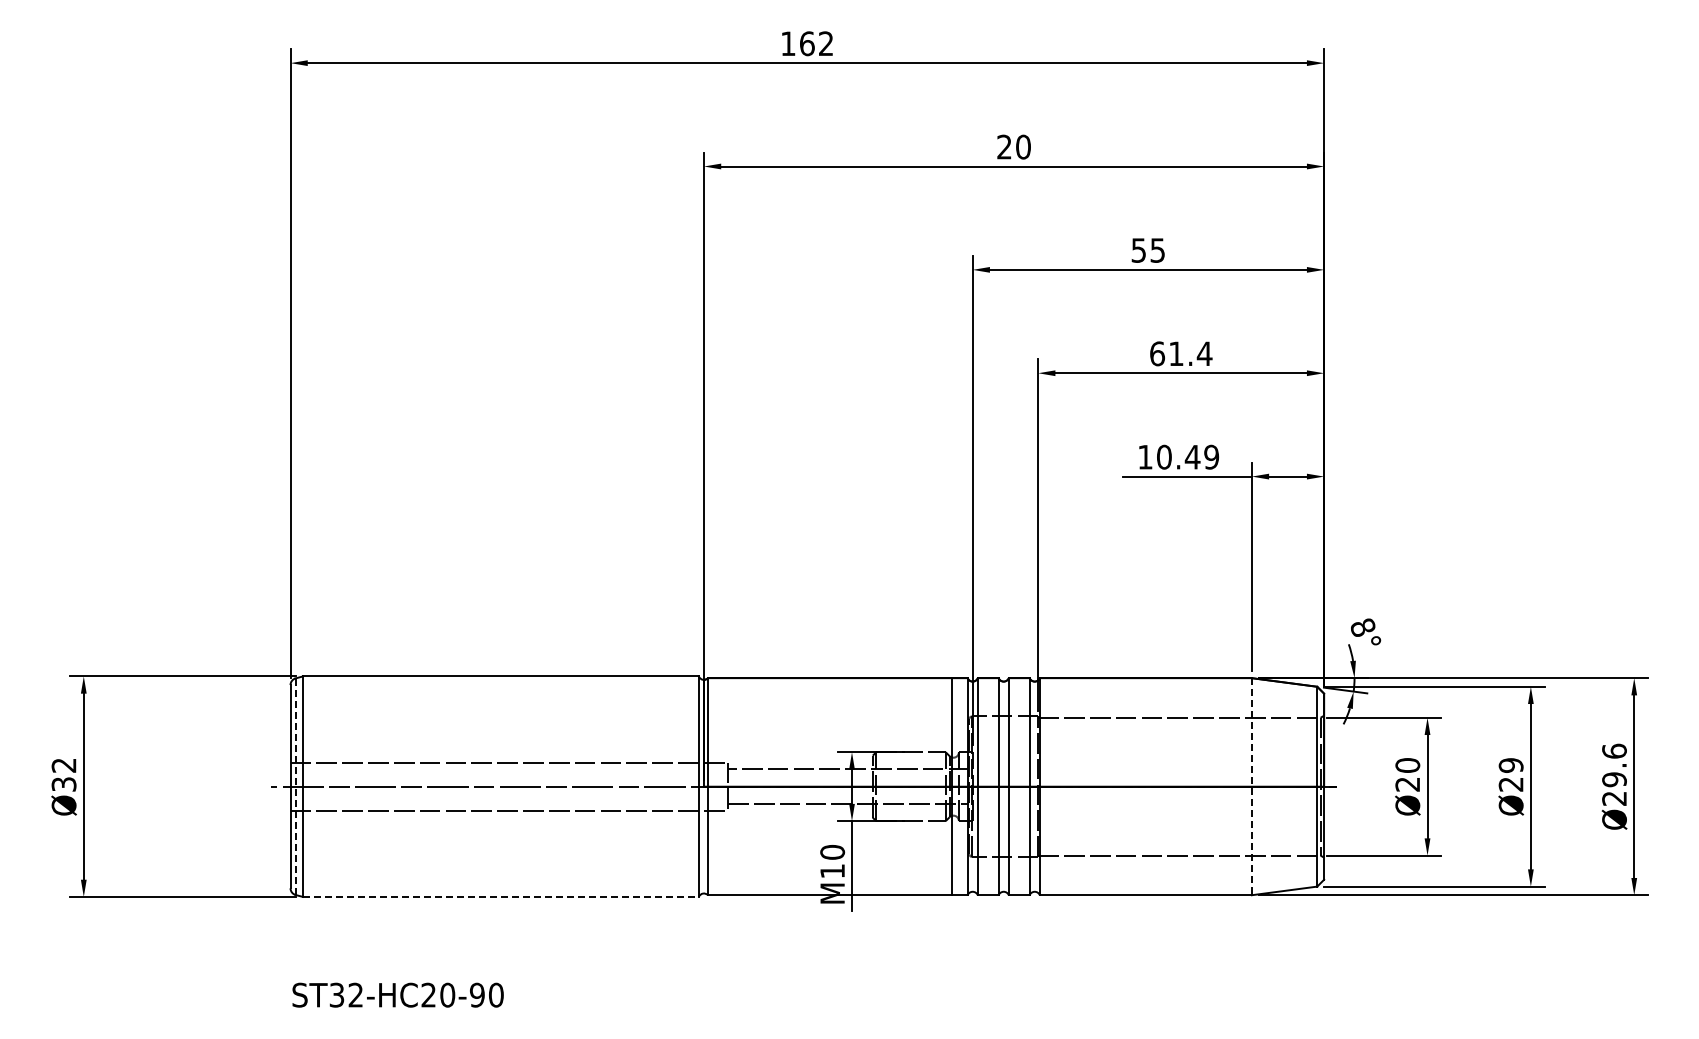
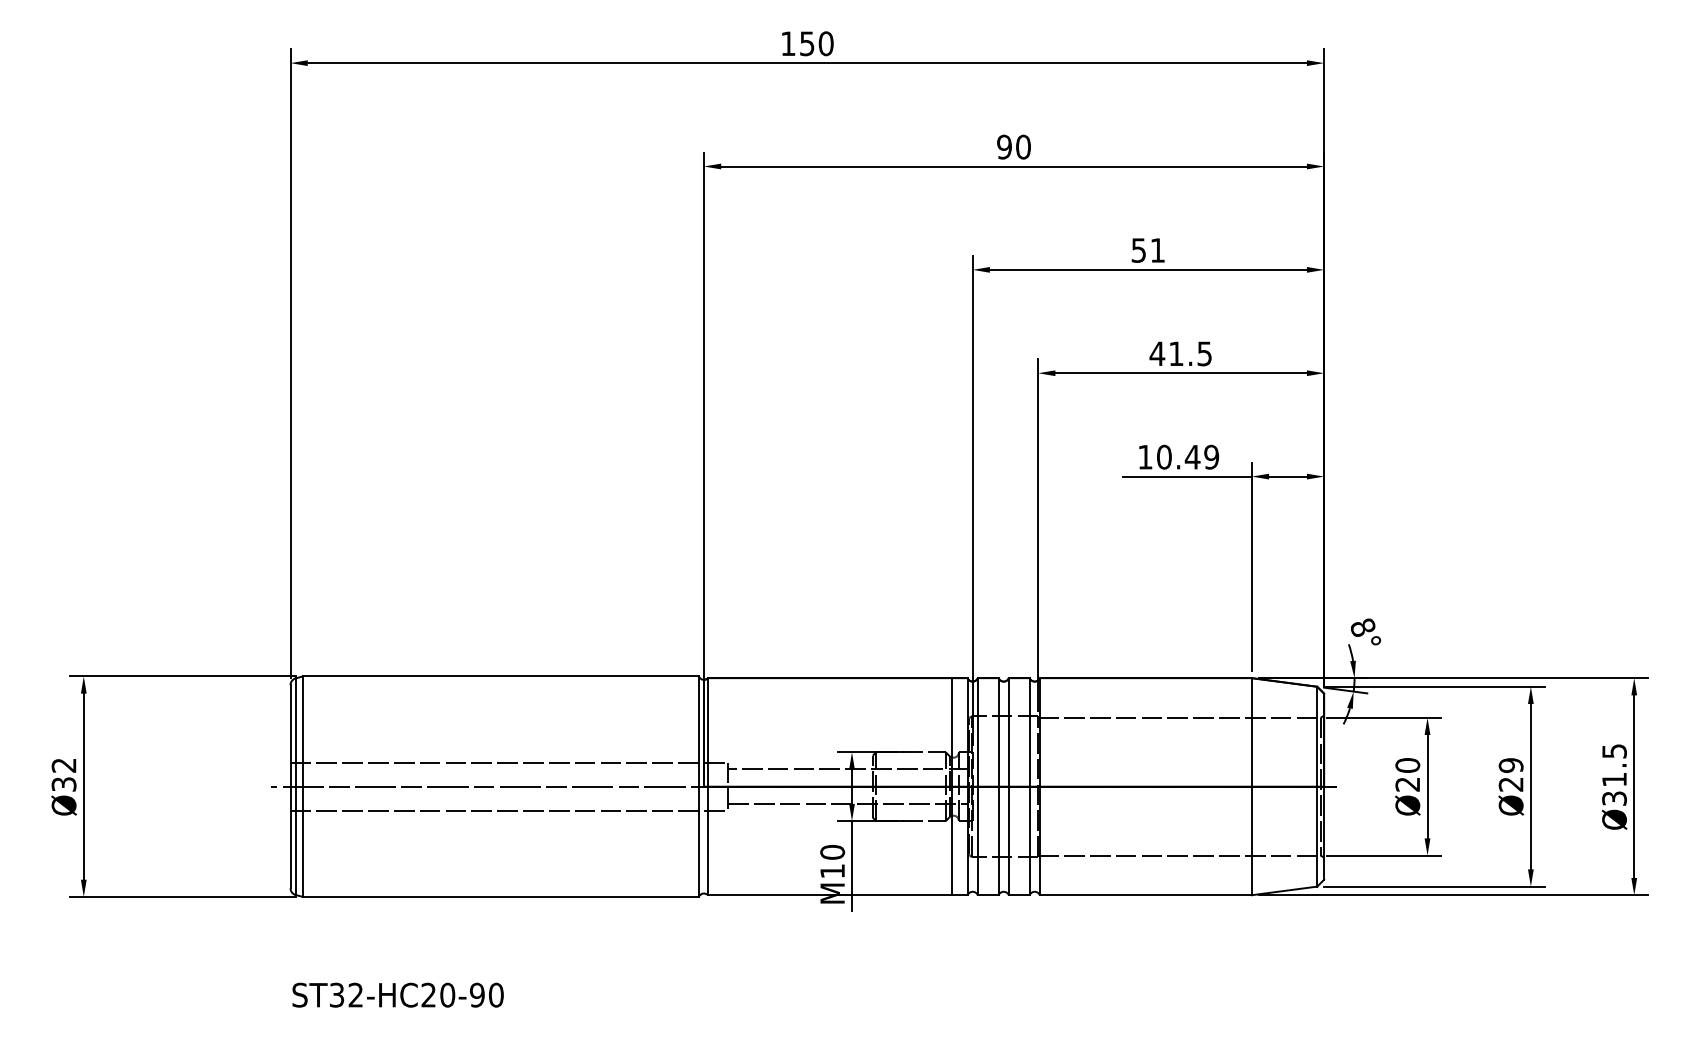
text at (816, 43): 162 -> 150
text at (1004, 146): 20 -> 90
text at (1157, 250): 55 -> 51
text at (1180, 353): 61.4 -> 41.5
text at (1614, 774): Ø29.6 -> Ø31.5
line at (295, 786): dashed -> solid
line at (1251, 786): dashed -> solid
line at (500, 896): dashed -> solid
